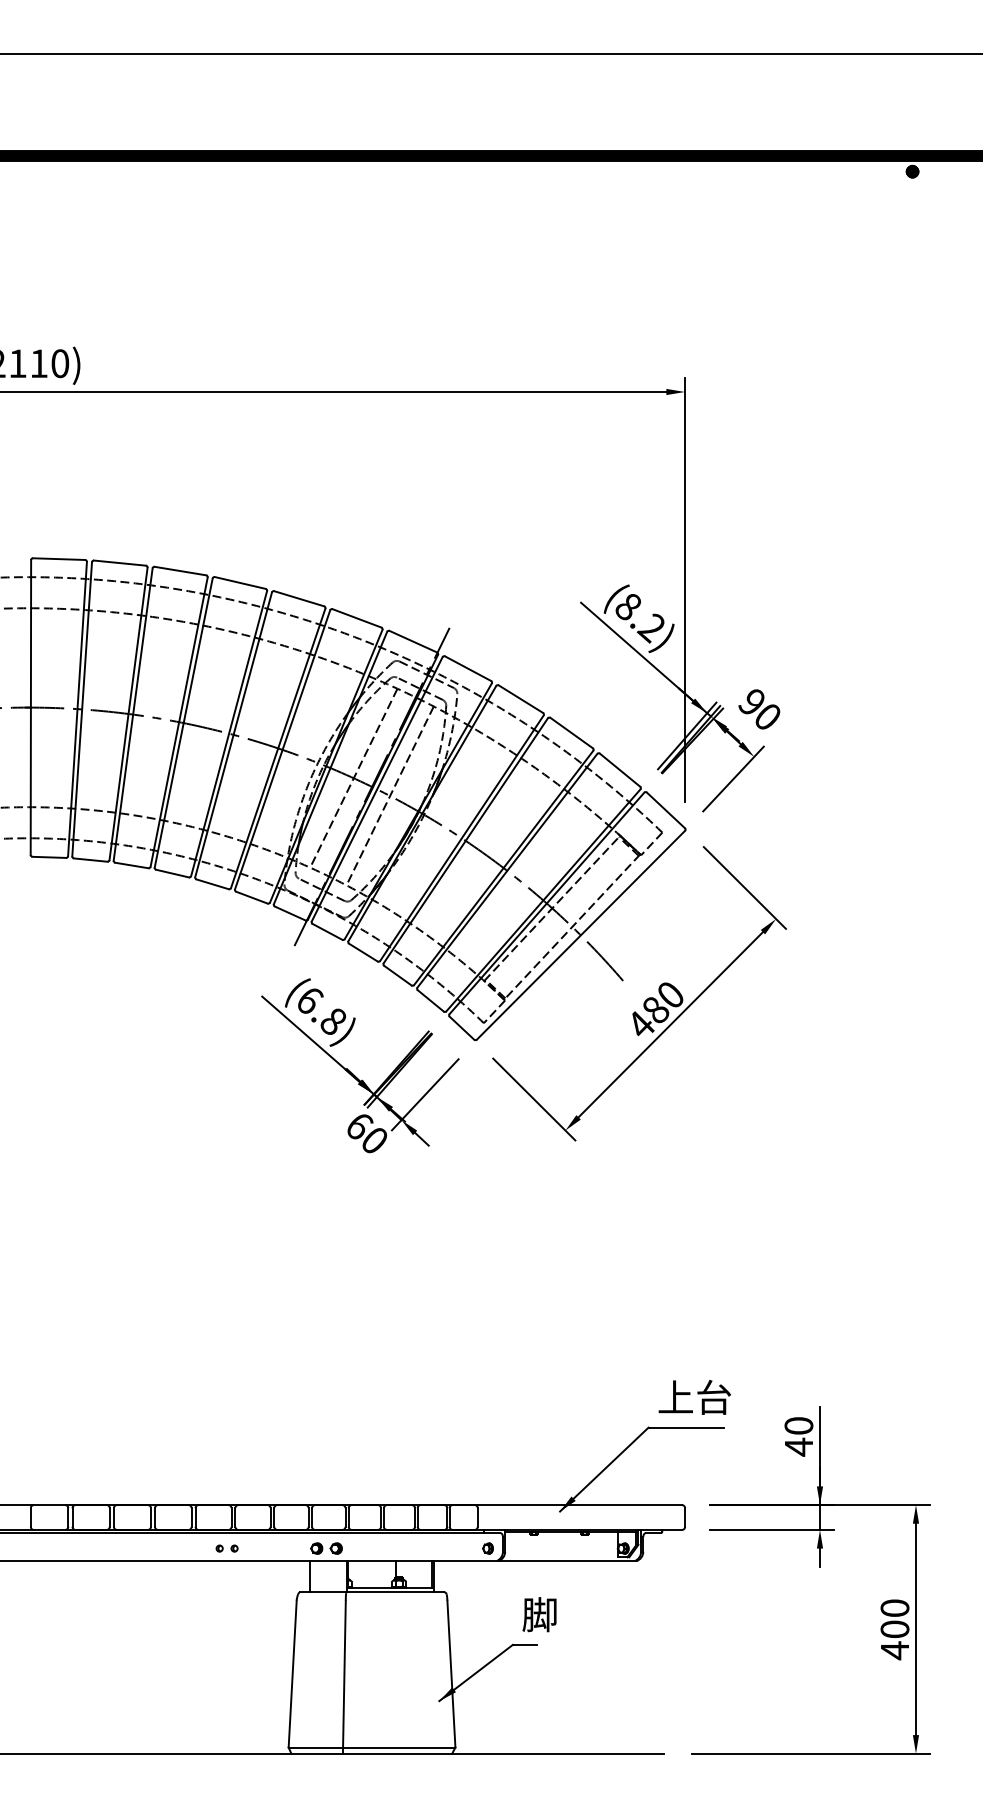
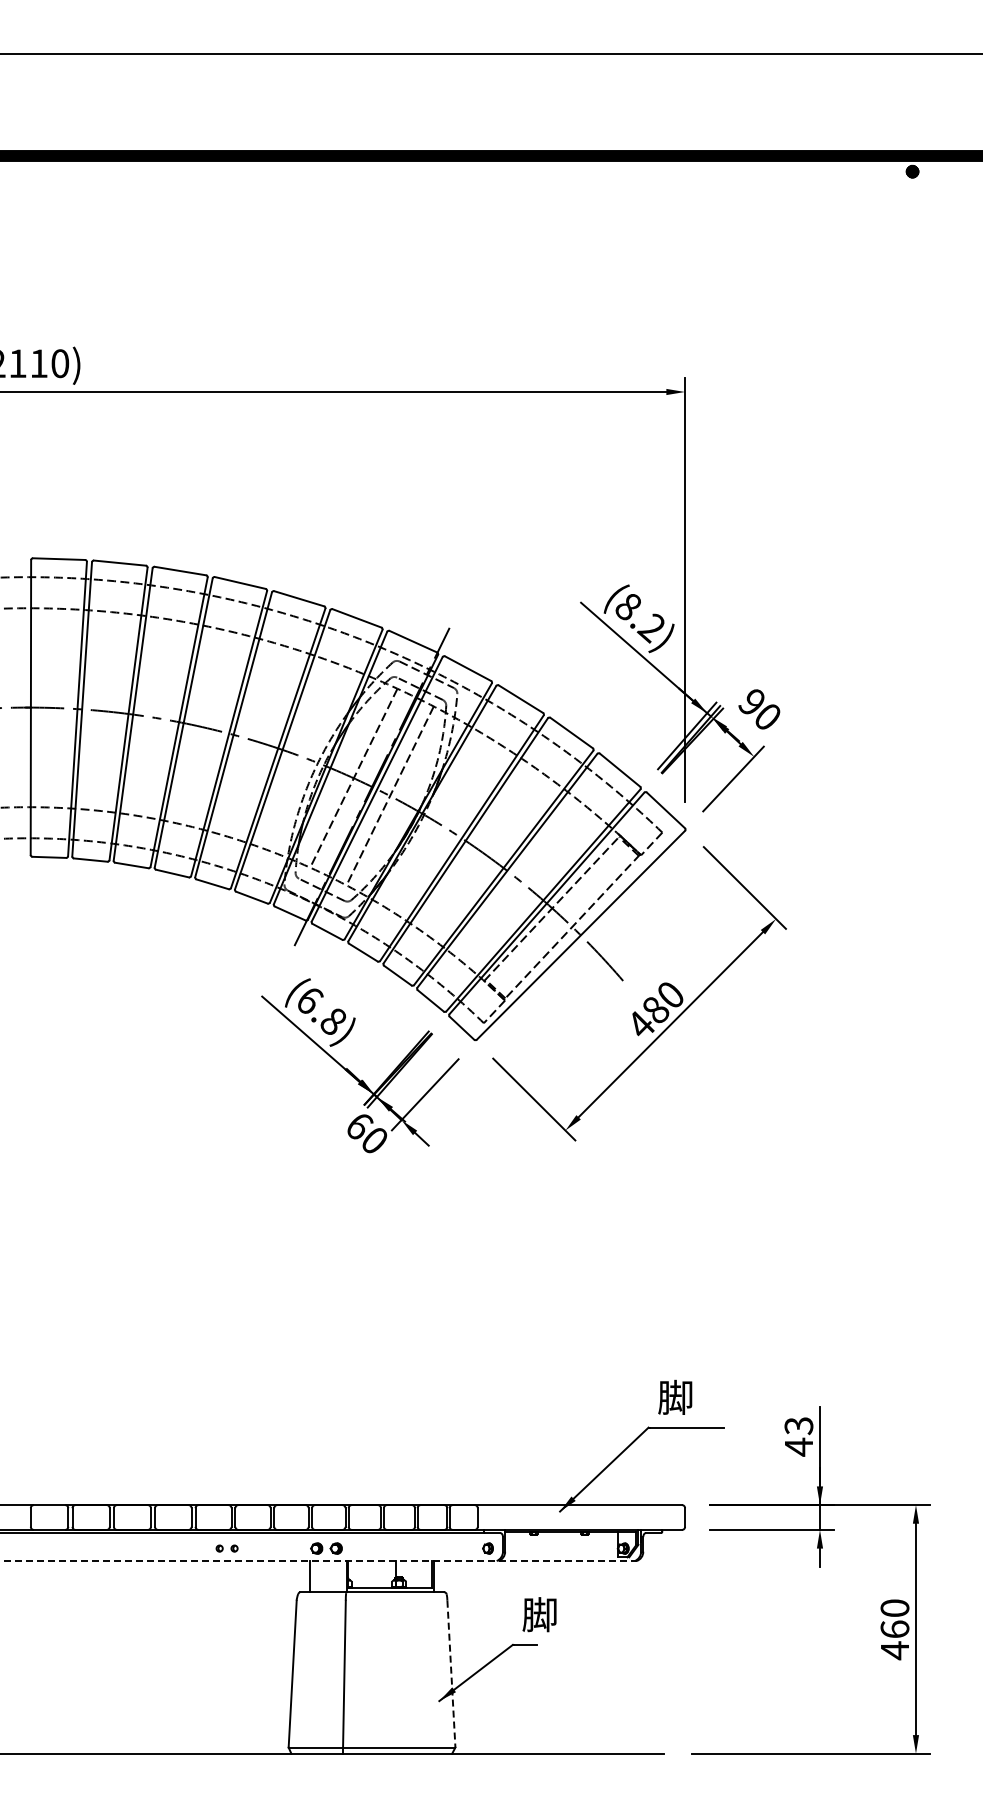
text at (694, 1396): 上台 -> 脚
text at (798, 1426): 40 -> 43
line at (318, 1561): solid -> dashed
text at (894, 1628): 400 -> 460
line at (451, 1674): solid -> dashed
